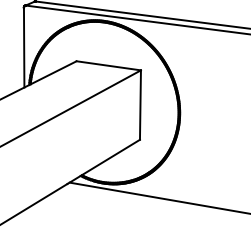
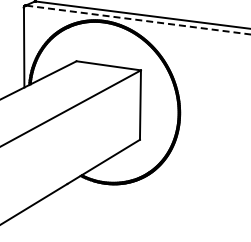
line at (138, 20): solid -> dashed
line at (158, 197): present -> none
